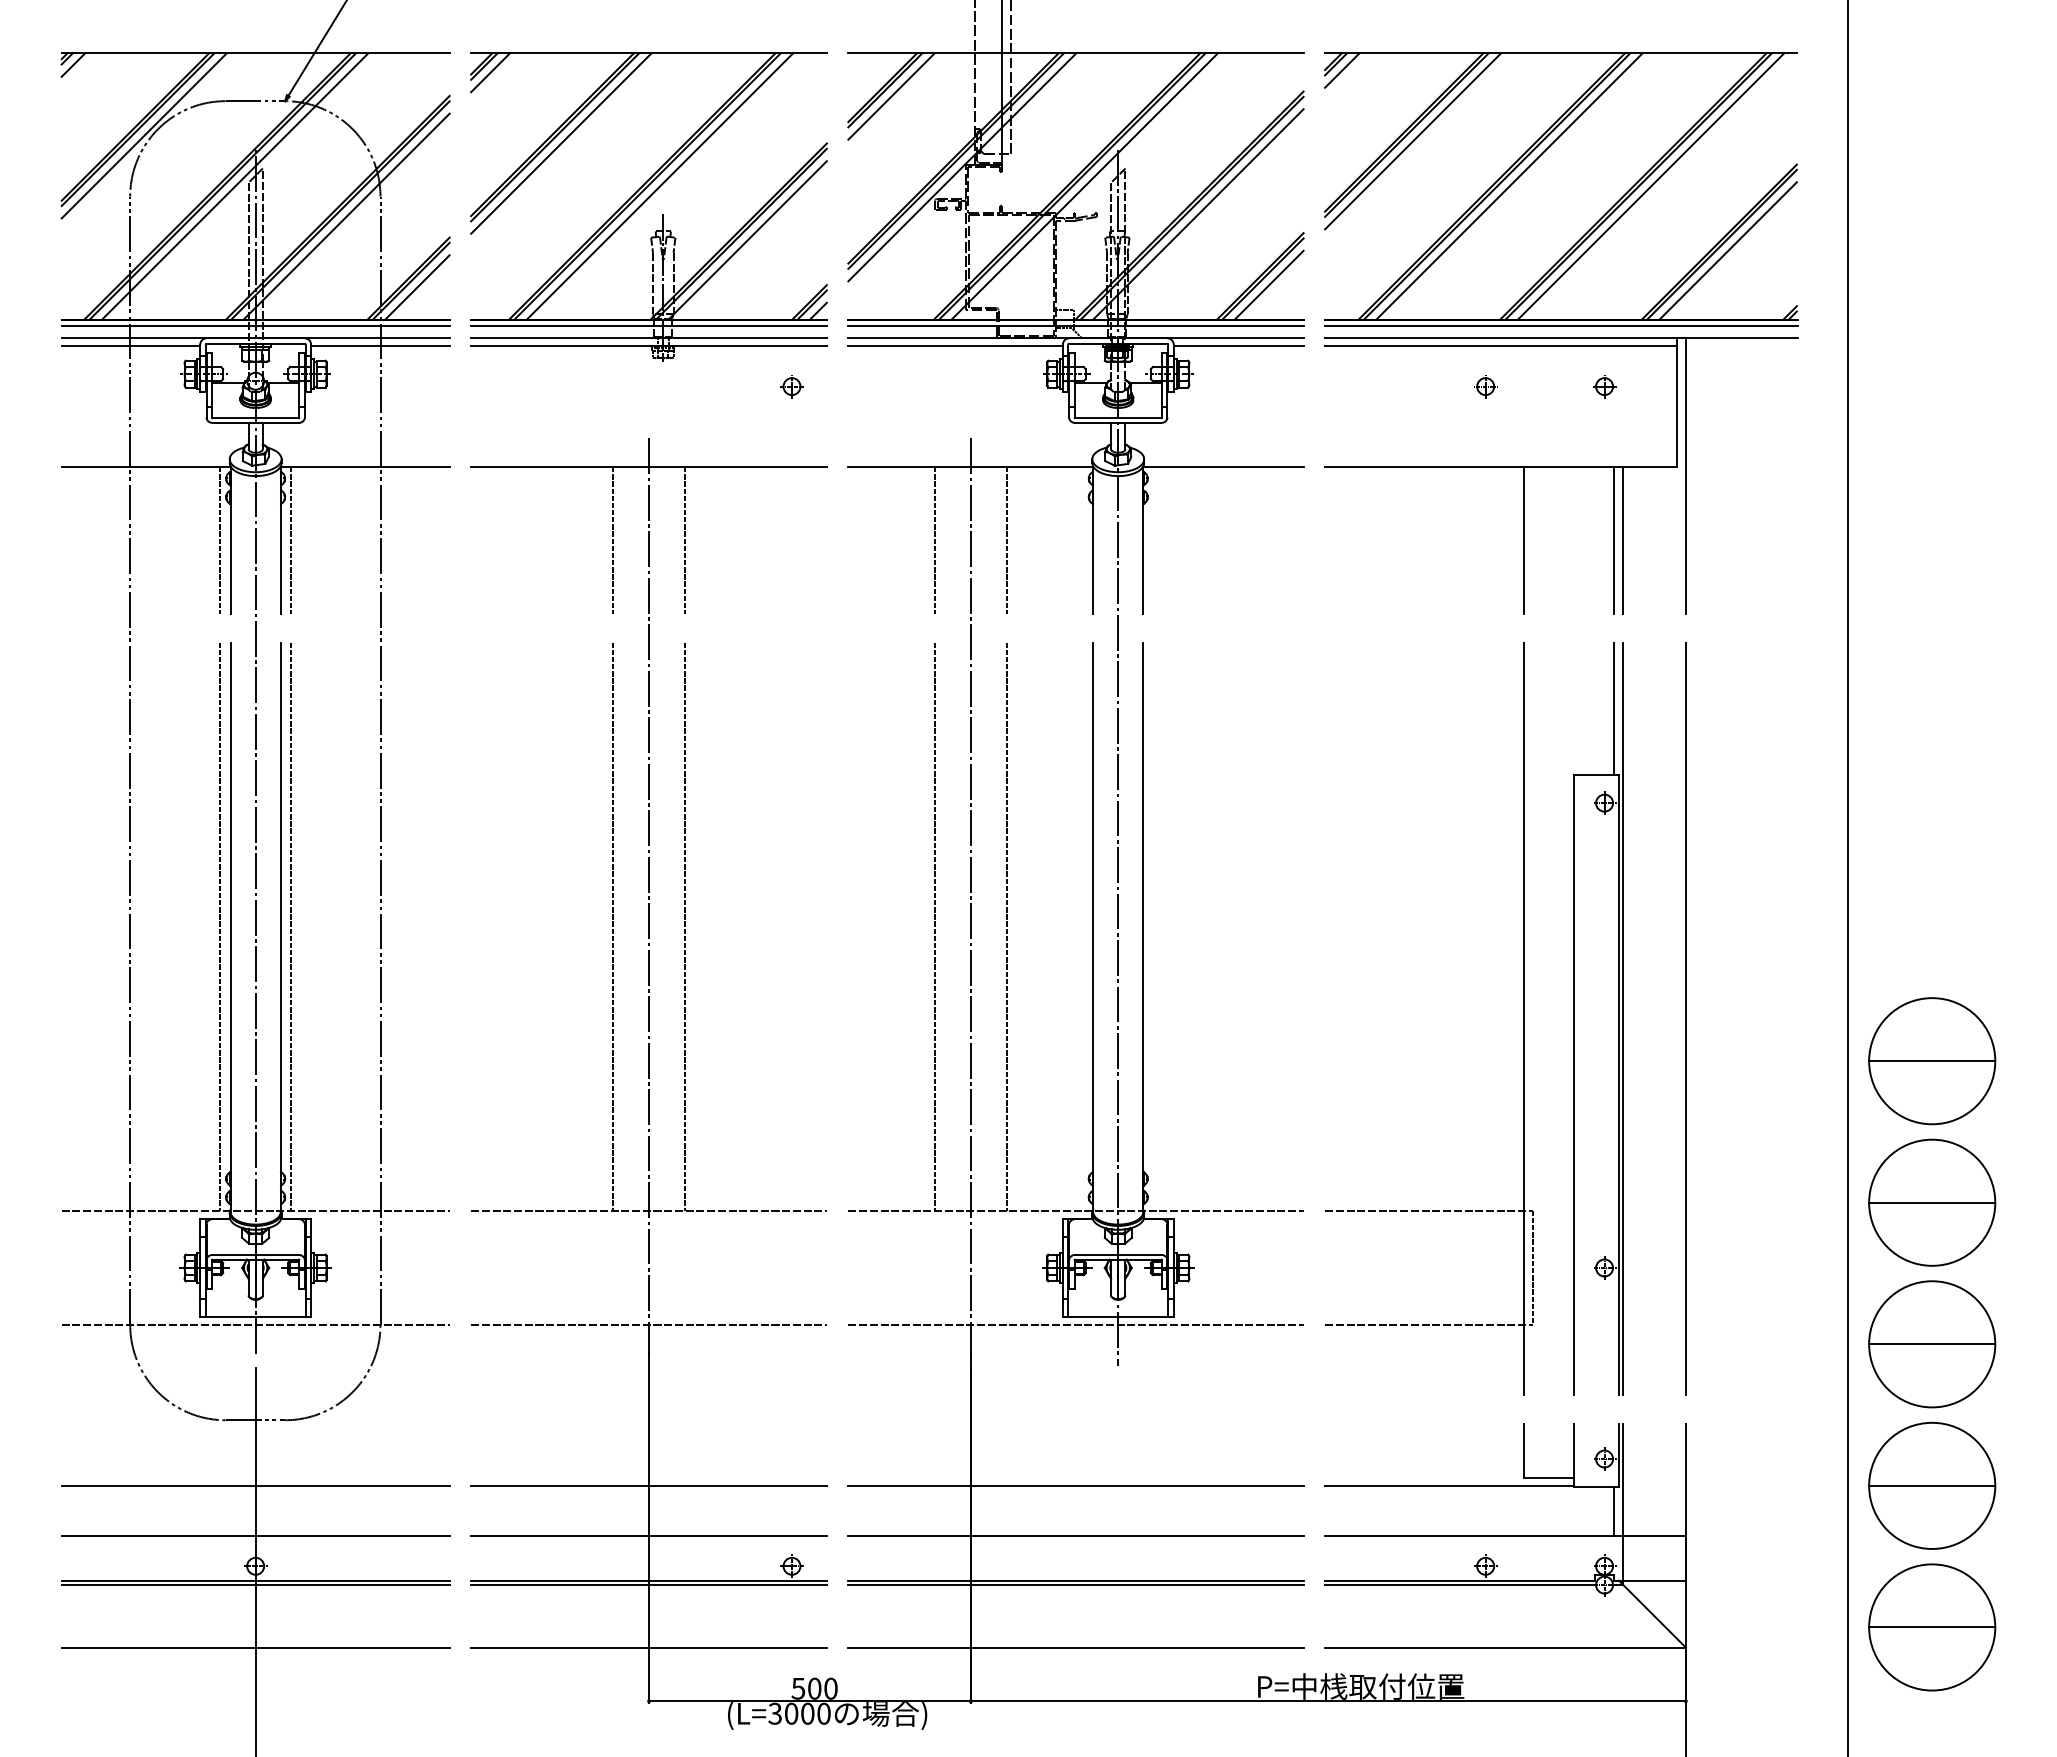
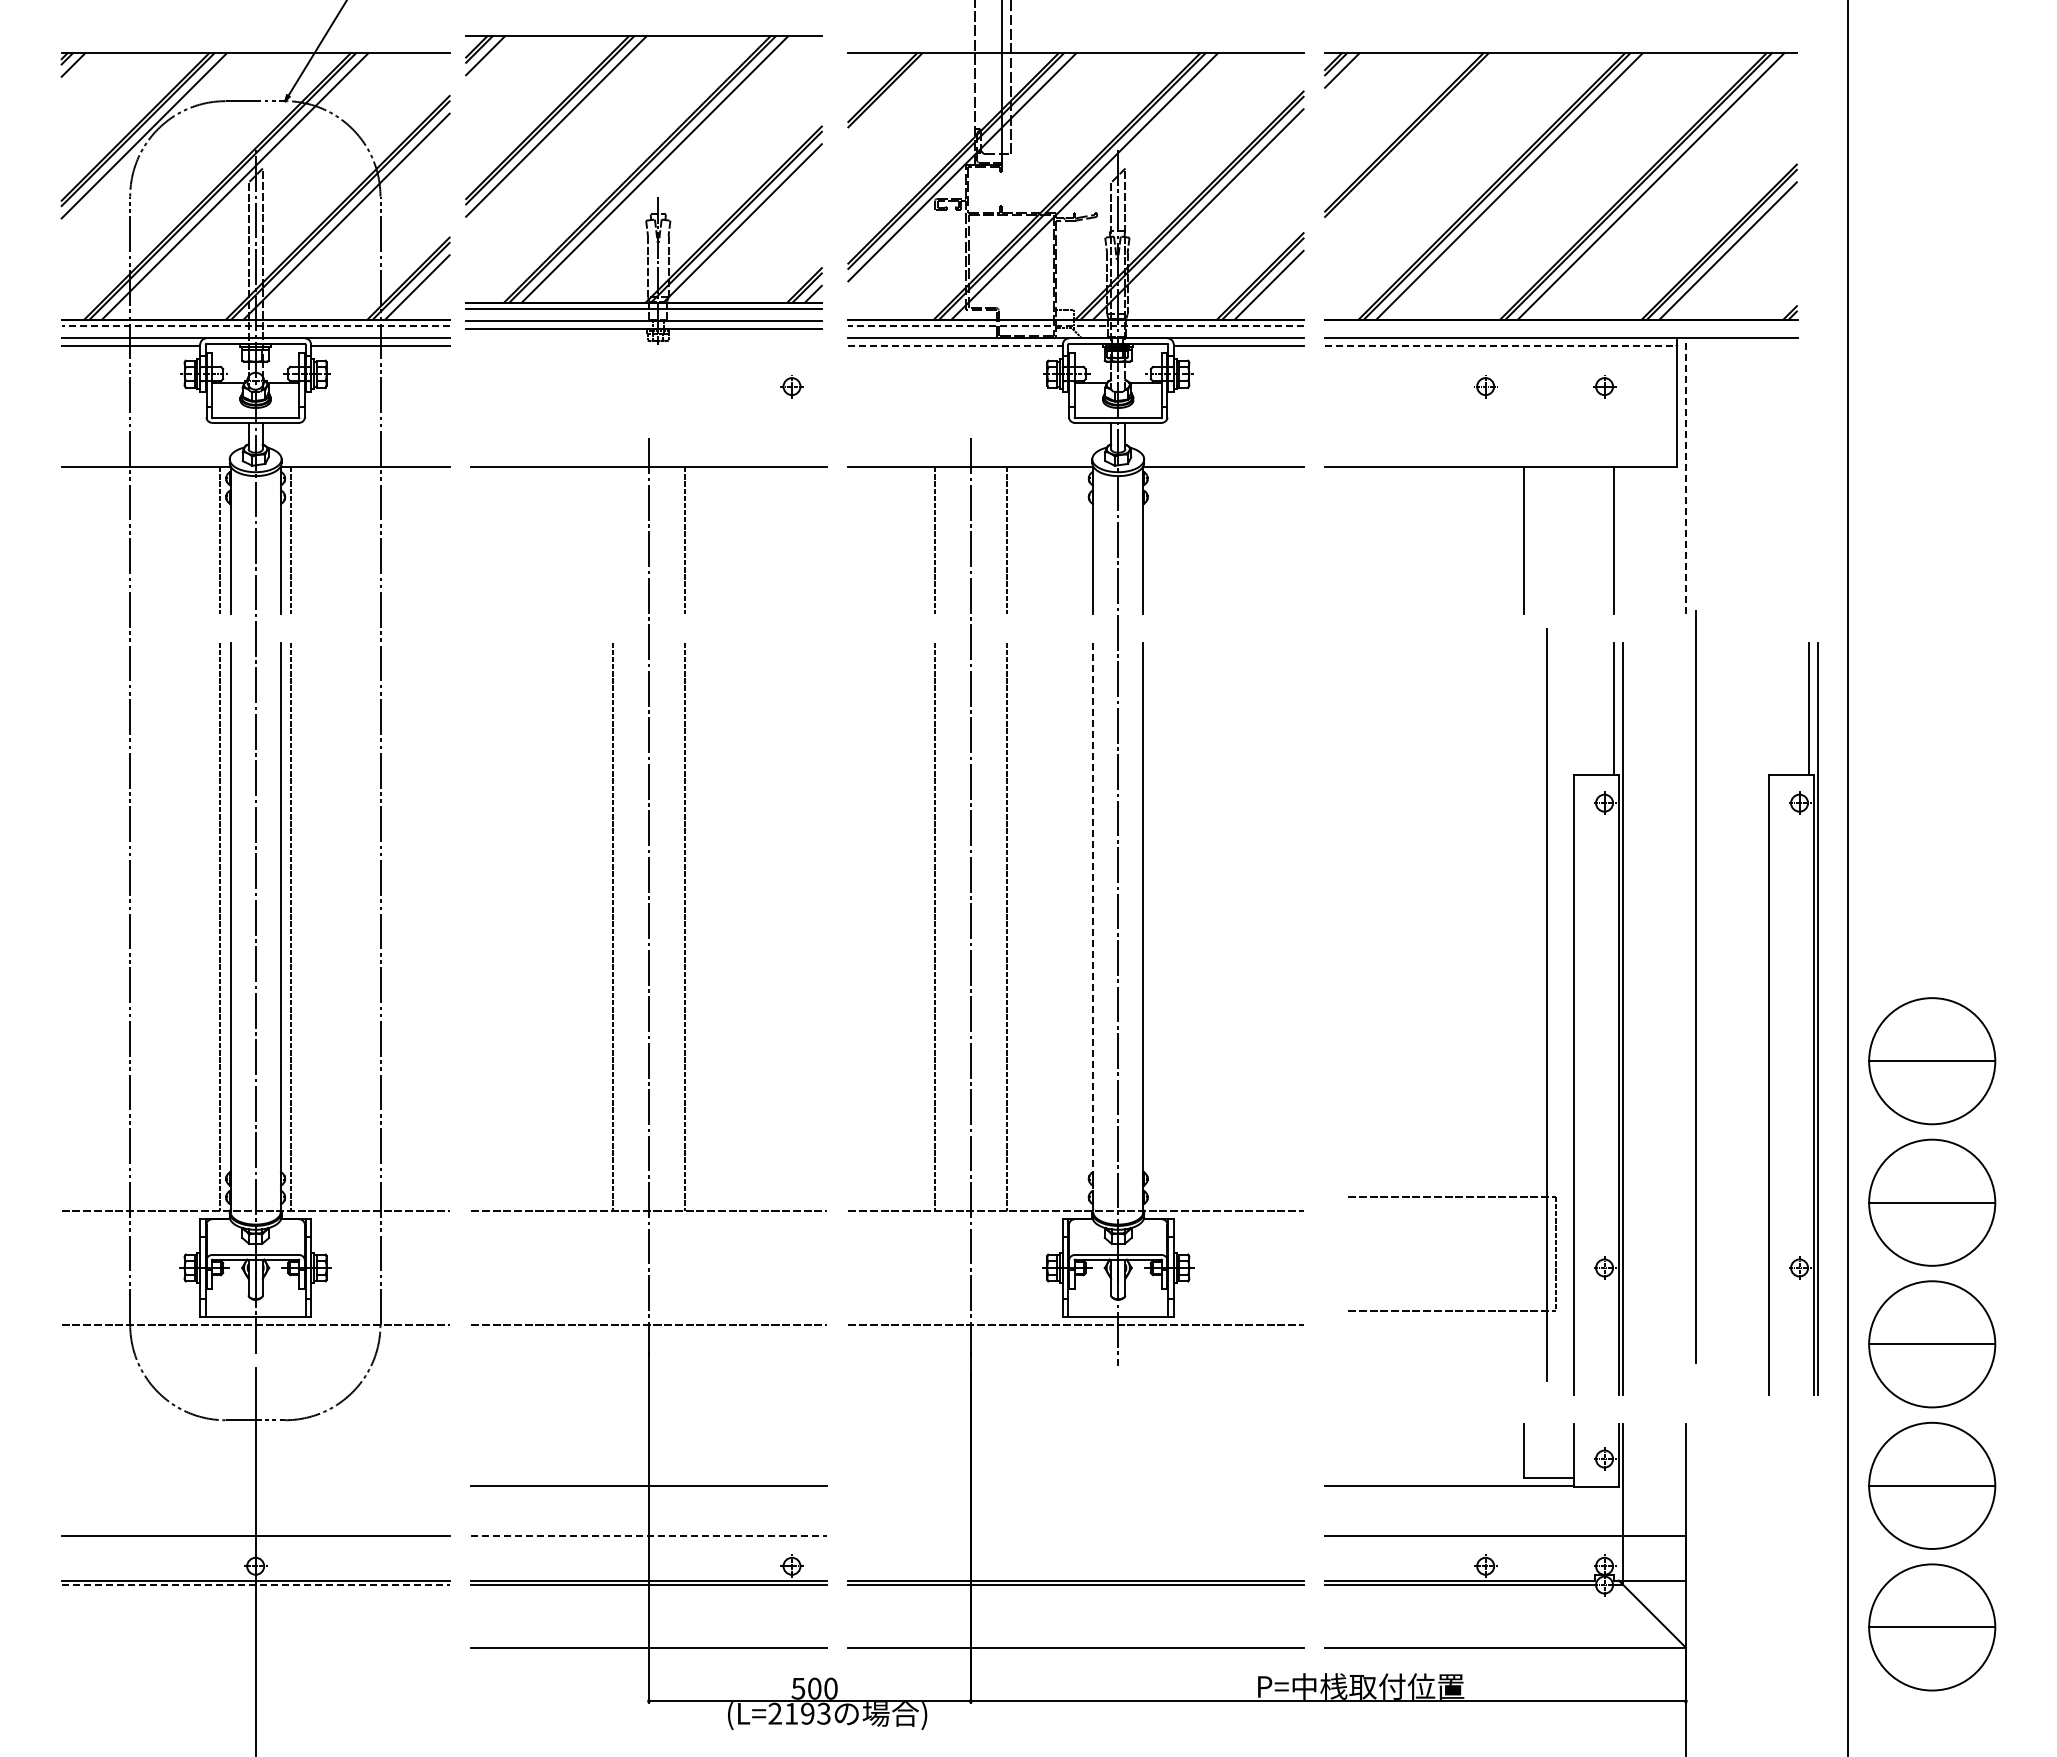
line at (891, 96): present -> none
line at (1413, 141): present -> none
part at (648, 206) position: (648, 206) -> (643, 189)
line at (255, 325): solid -> dashed
line at (1075, 325): solid -> dashed
line at (1561, 325): present -> none
line at (956, 345): solid -> dashed
line at (1501, 345): solid -> dashed
line at (1685, 476): solid -> dashed
line at (613, 540): present -> none
line at (1623, 540): present -> none
line at (1093, 927): solid -> dashed
part at (1523, 1018) position: (1523, 1018) -> (1546, 1004)
line at (1685, 1018) position: (1685, 1018) -> (1695, 986)
part at (1813, 1018): none -> present
line at (255, 1486): present -> none
line at (1075, 1486): present -> none
line at (1613, 1510): present -> none
line at (649, 1535): solid -> dashed
line at (1075, 1535): present -> none
line at (255, 1585): solid -> dashed
line at (255, 1647): present -> none
text at (799, 1713): (L=3000 -> (L=2193
